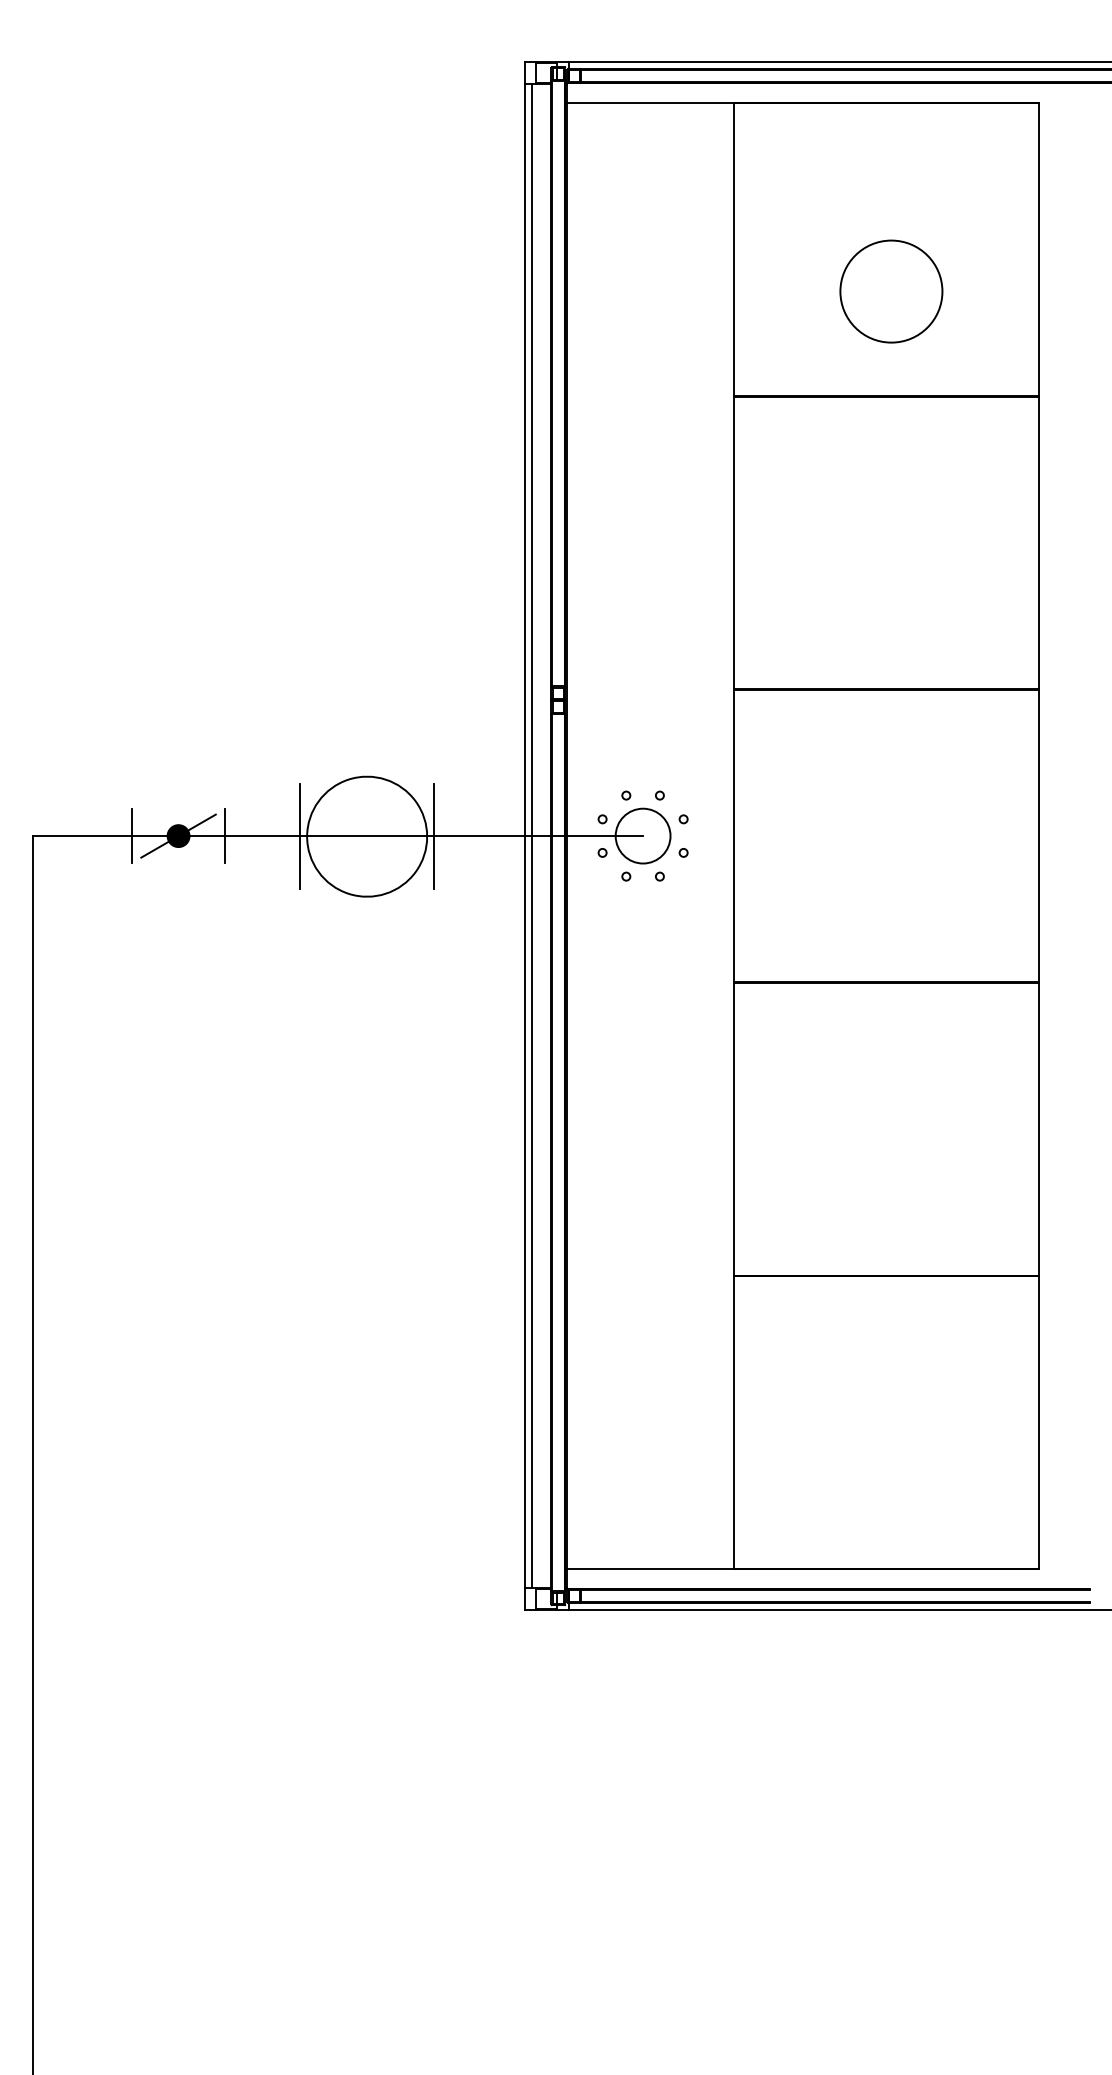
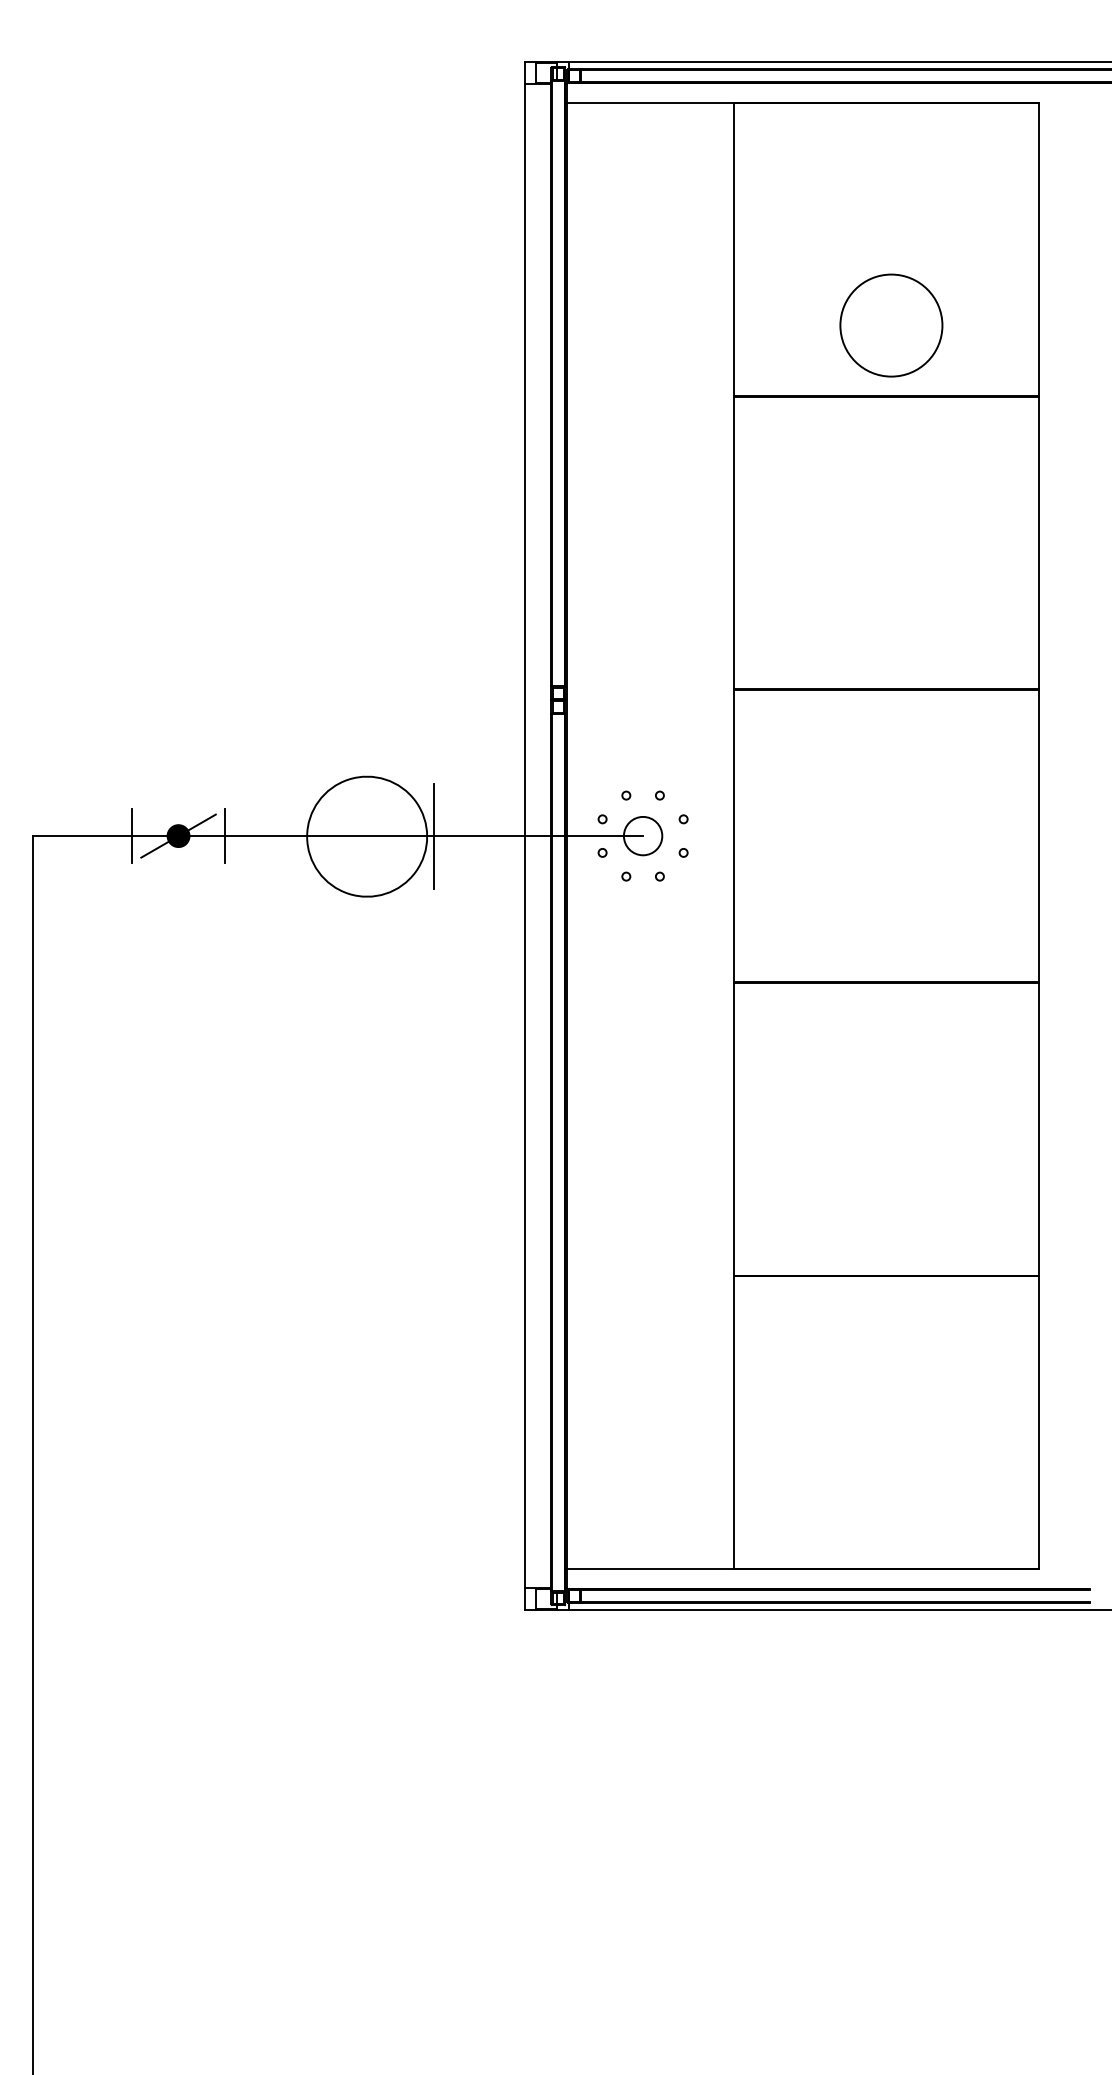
circle at (891, 291) position: (891, 291) -> (891, 325)
line at (532, 835): present -> none
circle at (642, 835) diameter: 55 px -> 38 px
line at (300, 836): present -> none
